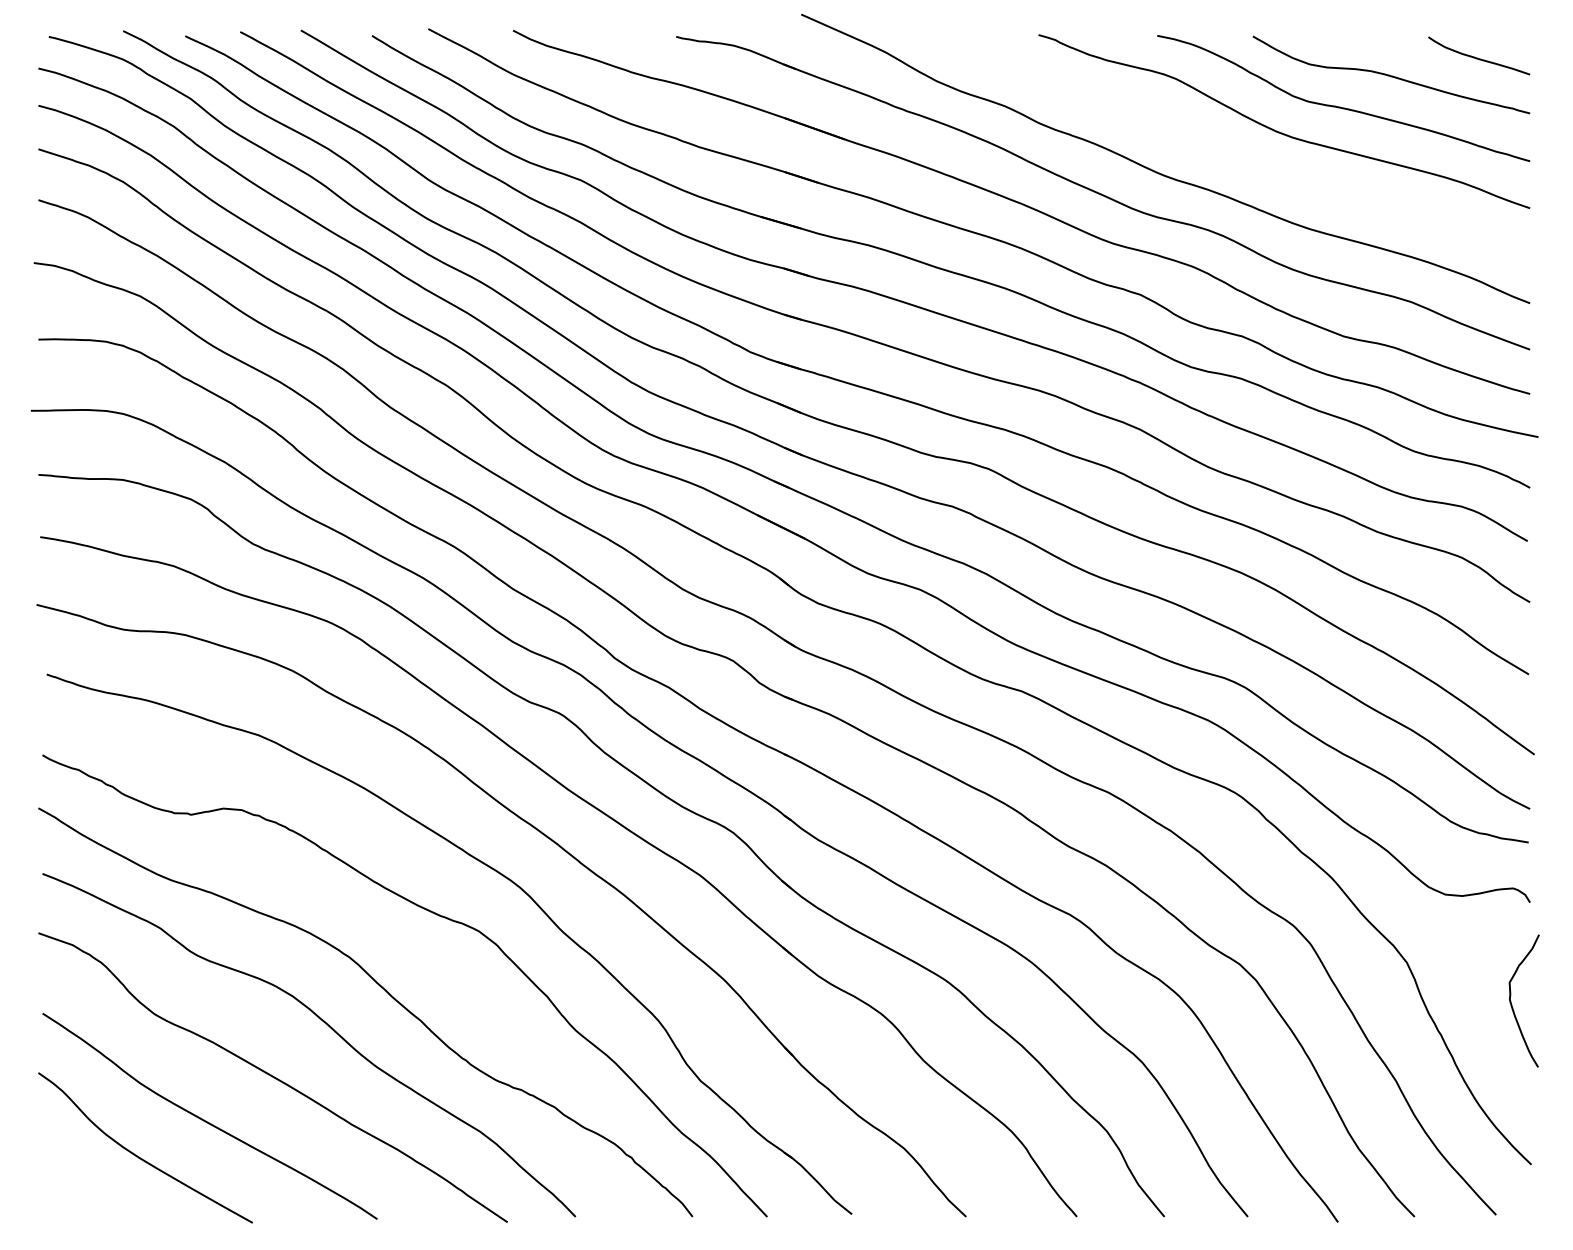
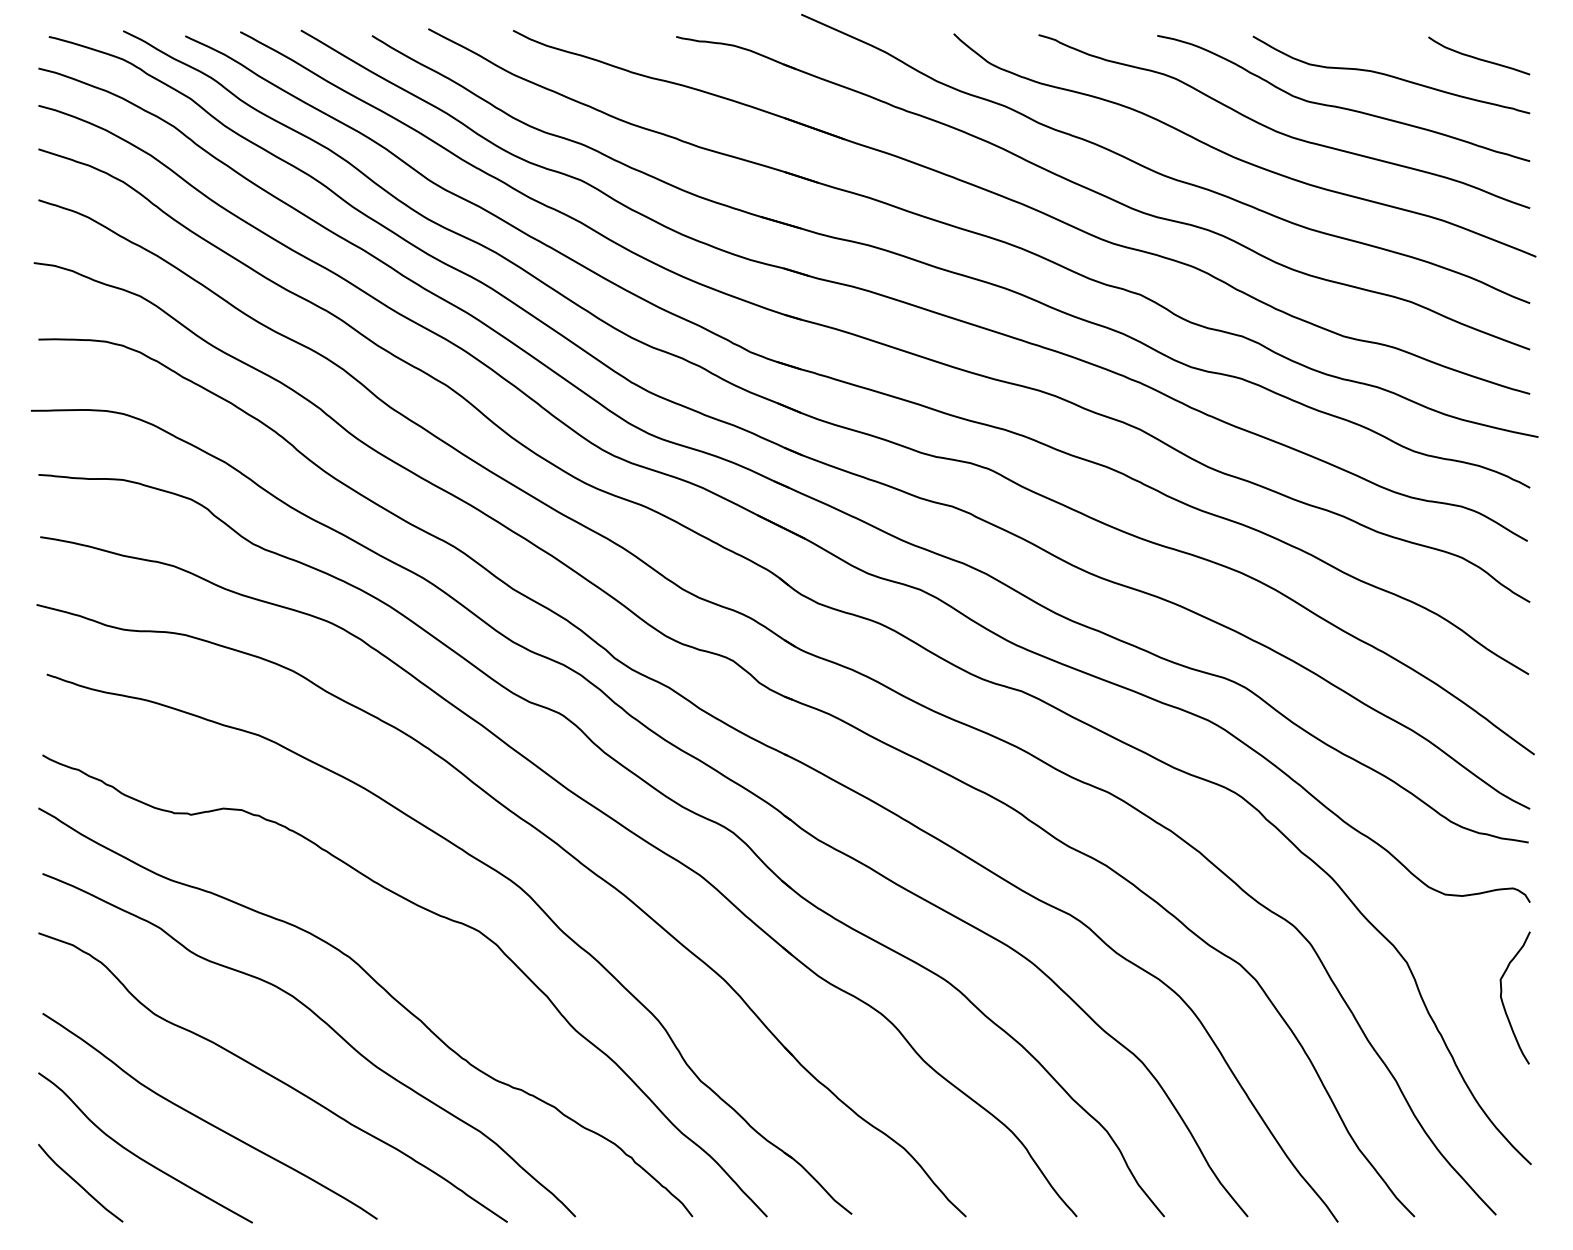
curve at (1237, 157): none -> present
curve at (1512, 1004) position: (1512, 1004) -> (1503, 1001)
curve at (79, 1183): none -> present
